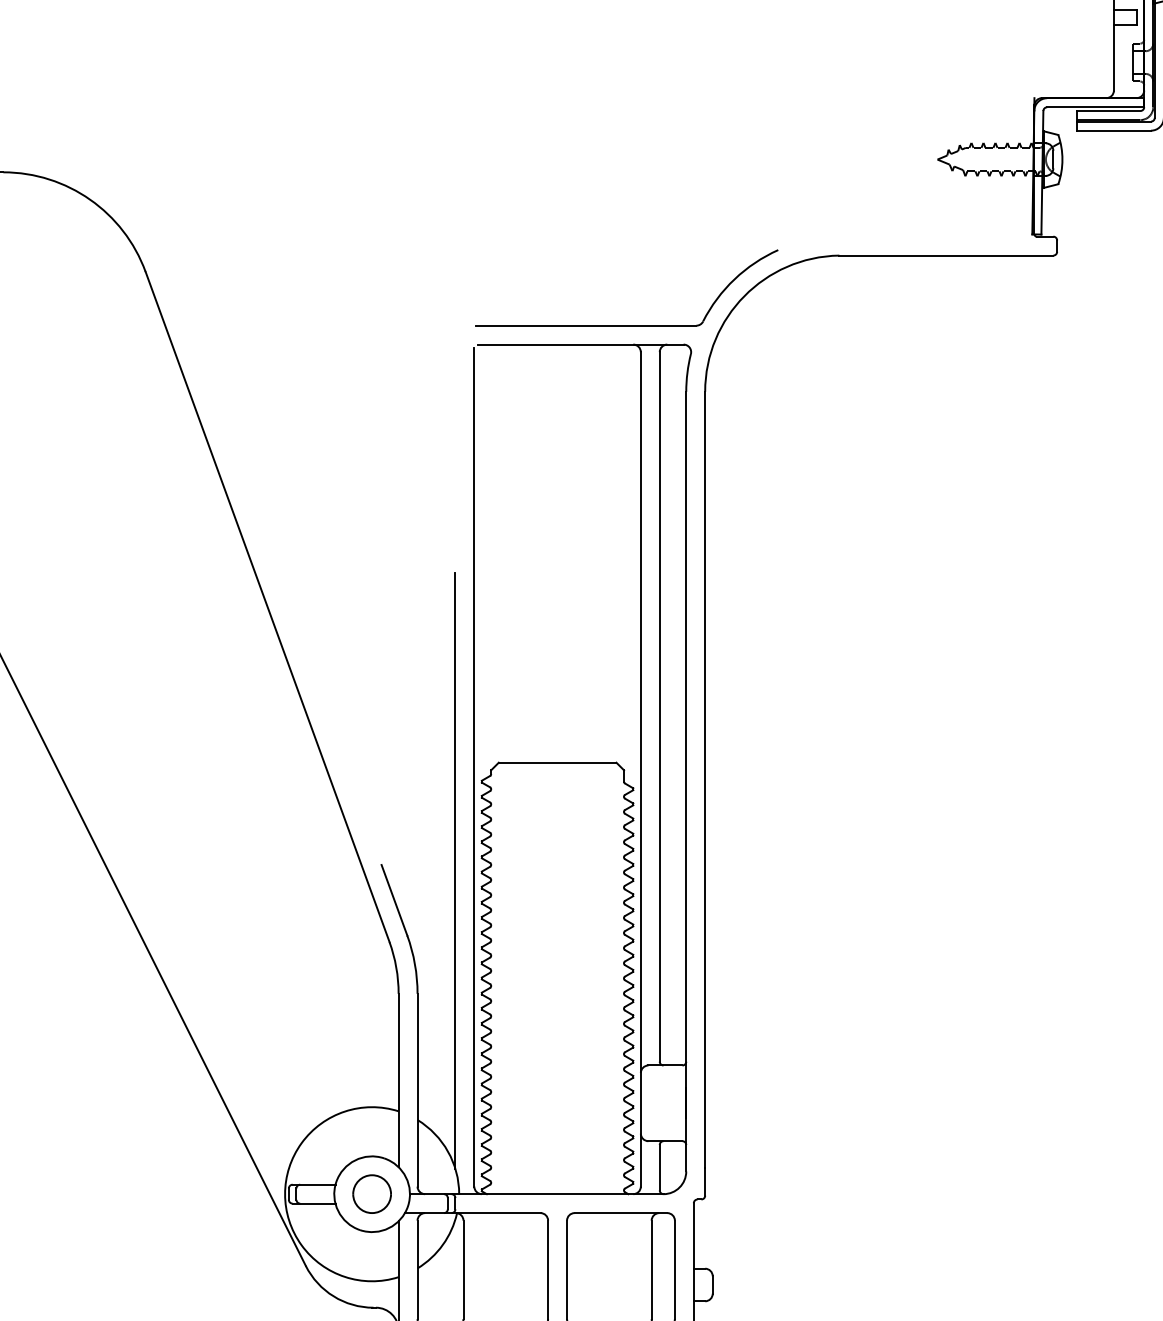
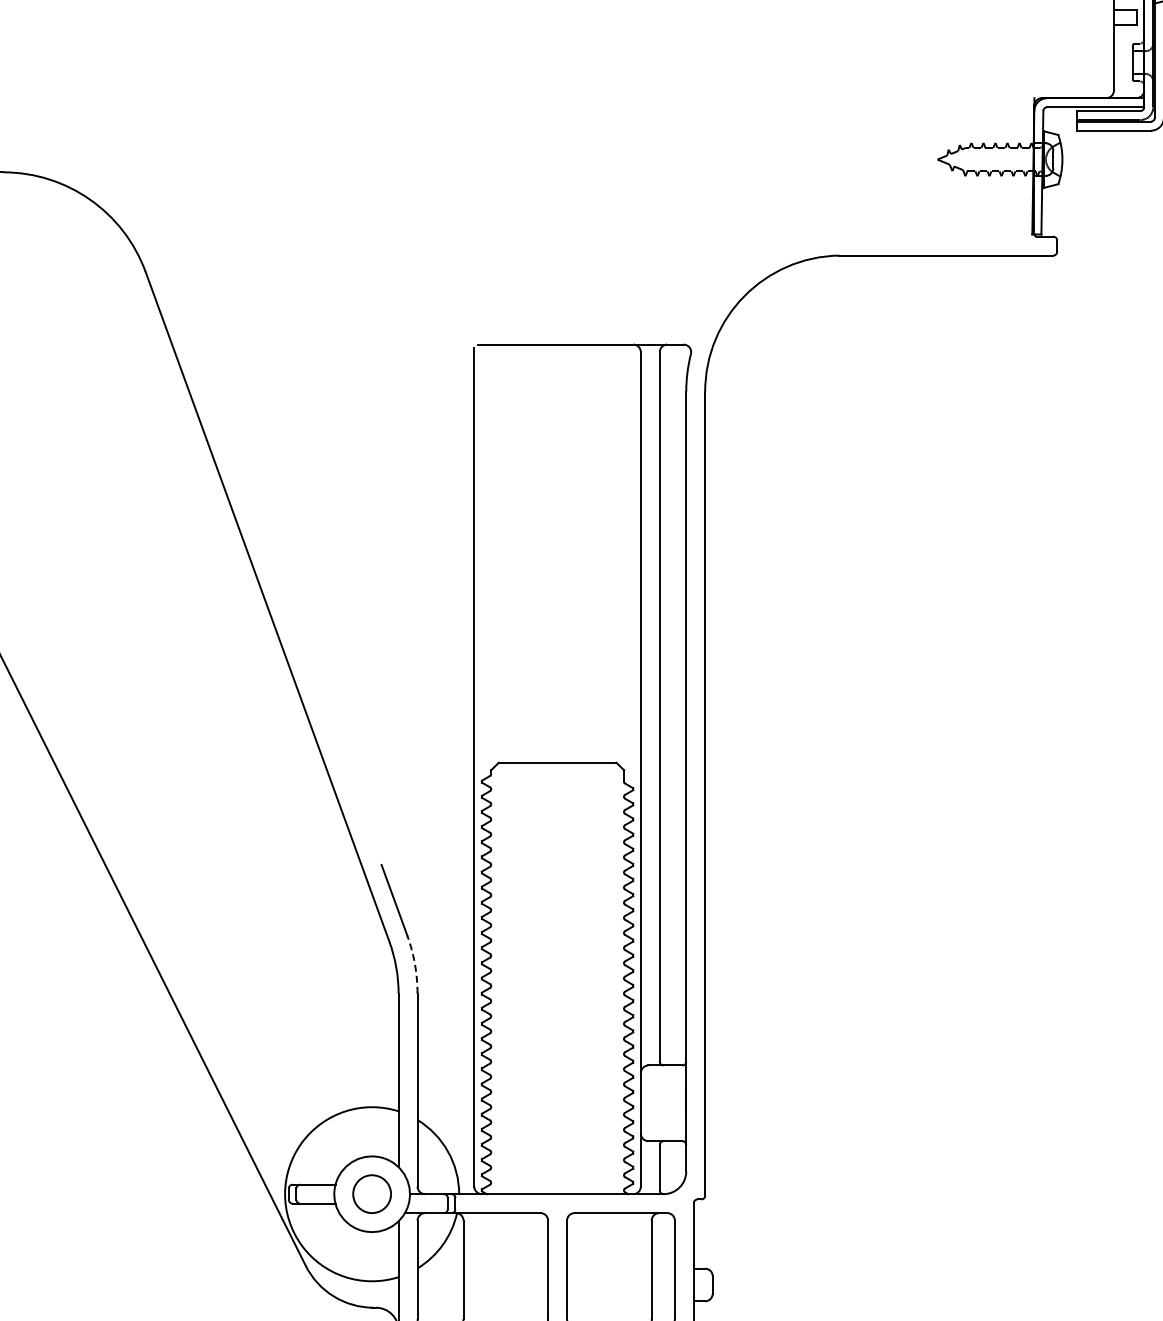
part at (626, 325): present -> none
line at (455, 870): present -> none
arc at (414, 964): solid -> dashed
